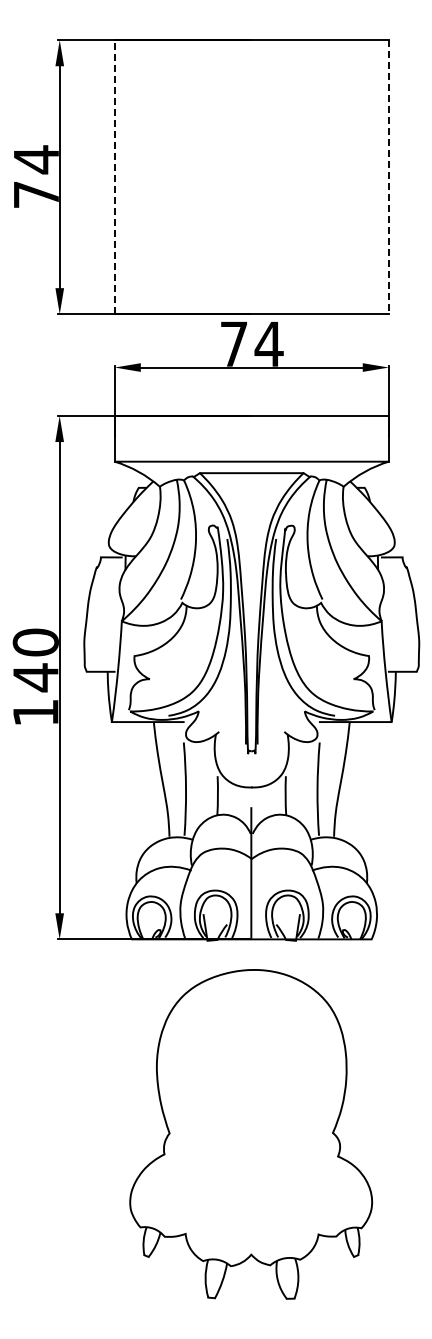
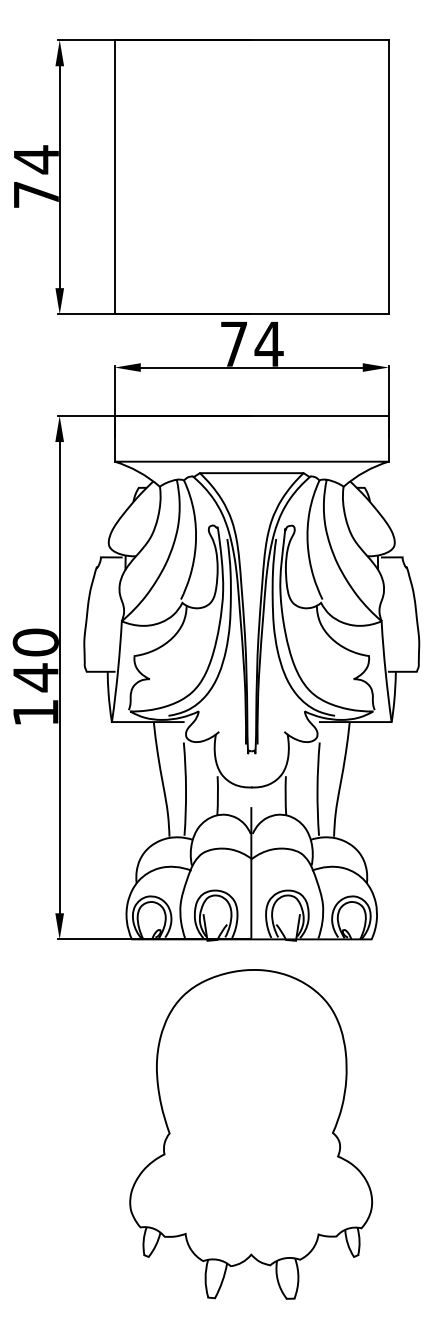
line at (114, 176): dashed -> solid
line at (389, 177): dashed -> solid
